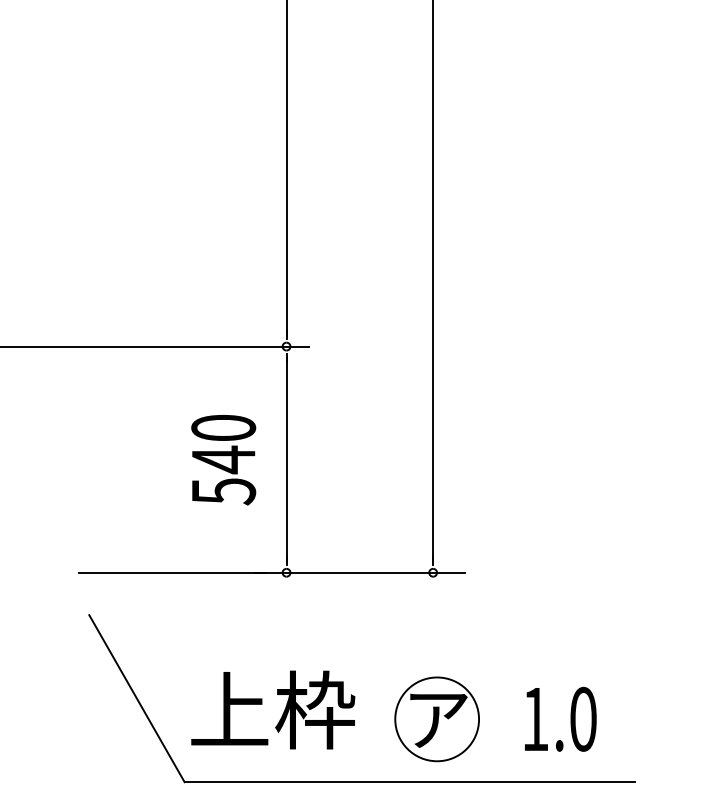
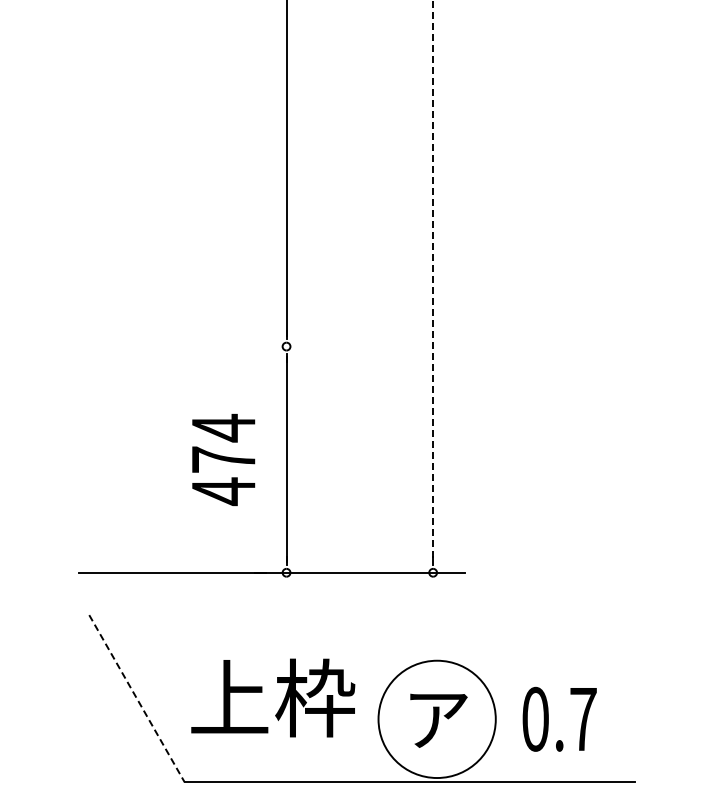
line at (433, 281): solid -> dashed
line at (155, 346): present -> none
text at (223, 459): 540 -> 474
line at (137, 699): solid -> dashed
text at (273, 709) position: (273, 709) -> (273, 697)
text at (559, 718): 1.0 -> 0.7
circle at (437, 719) diameter: 84 px -> 117 px
